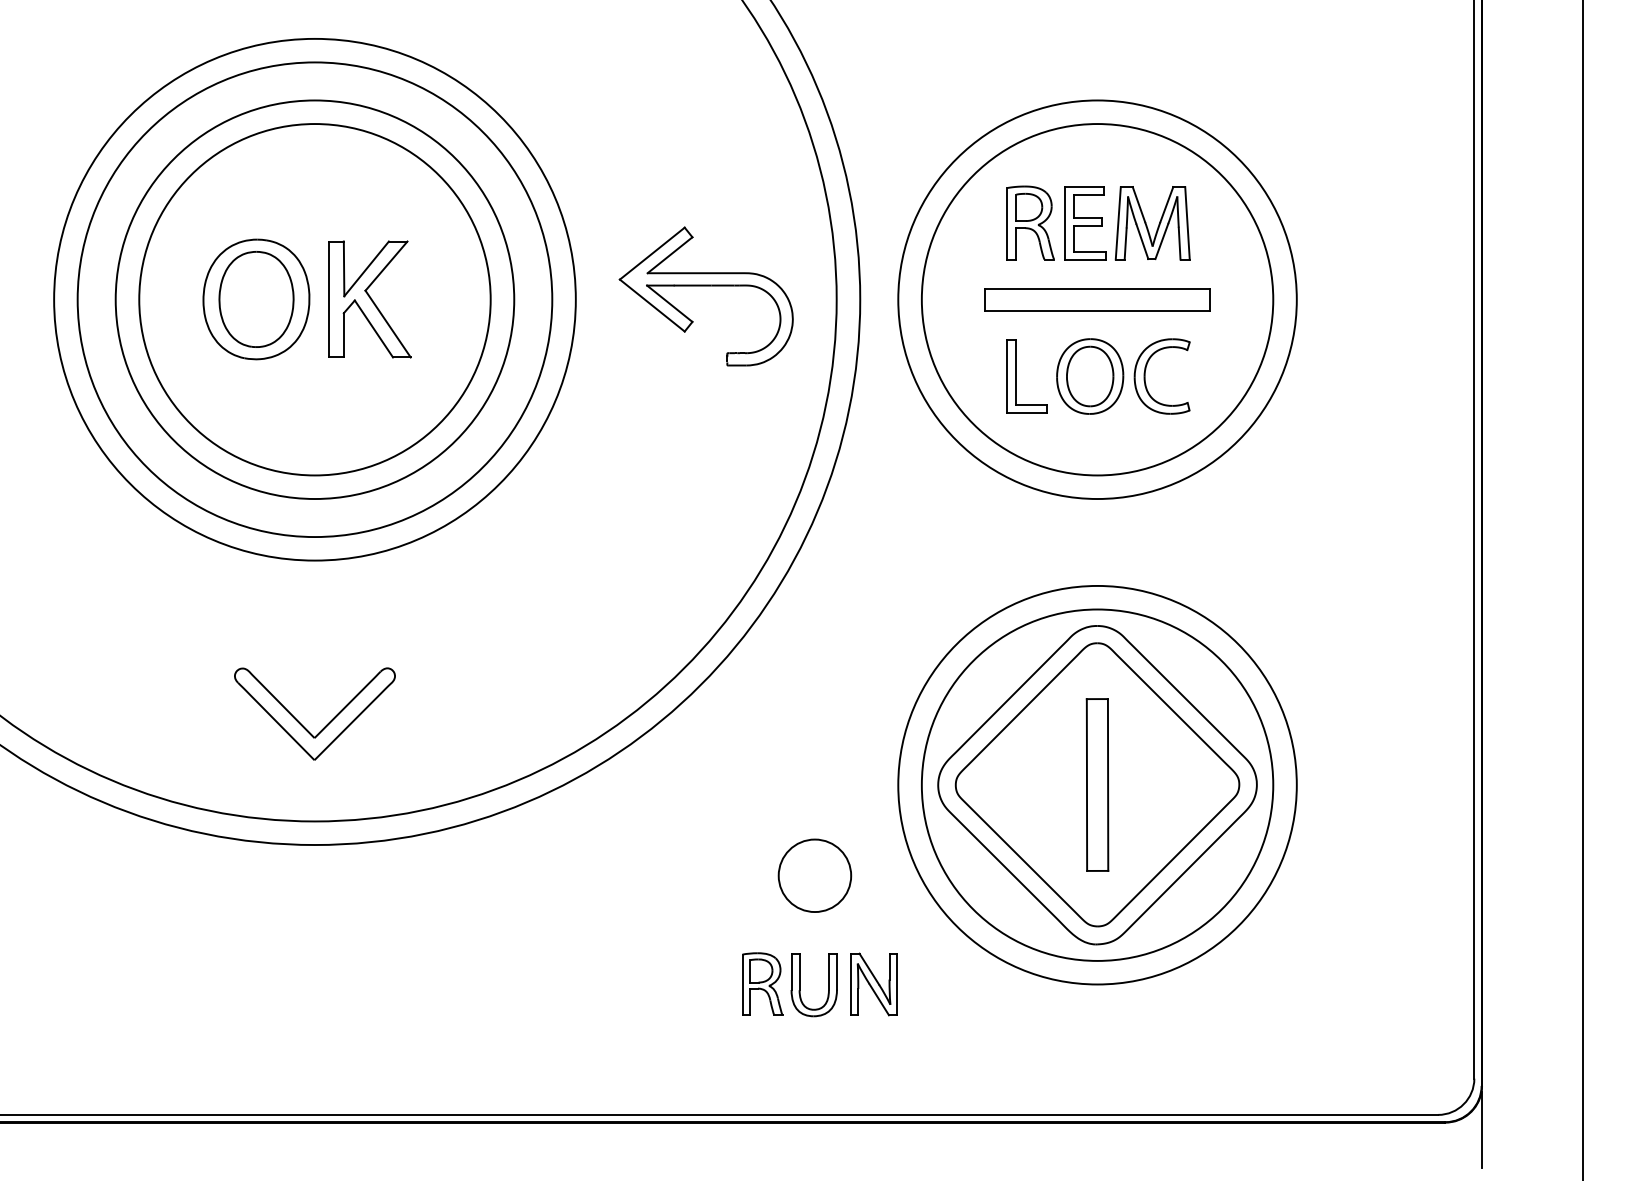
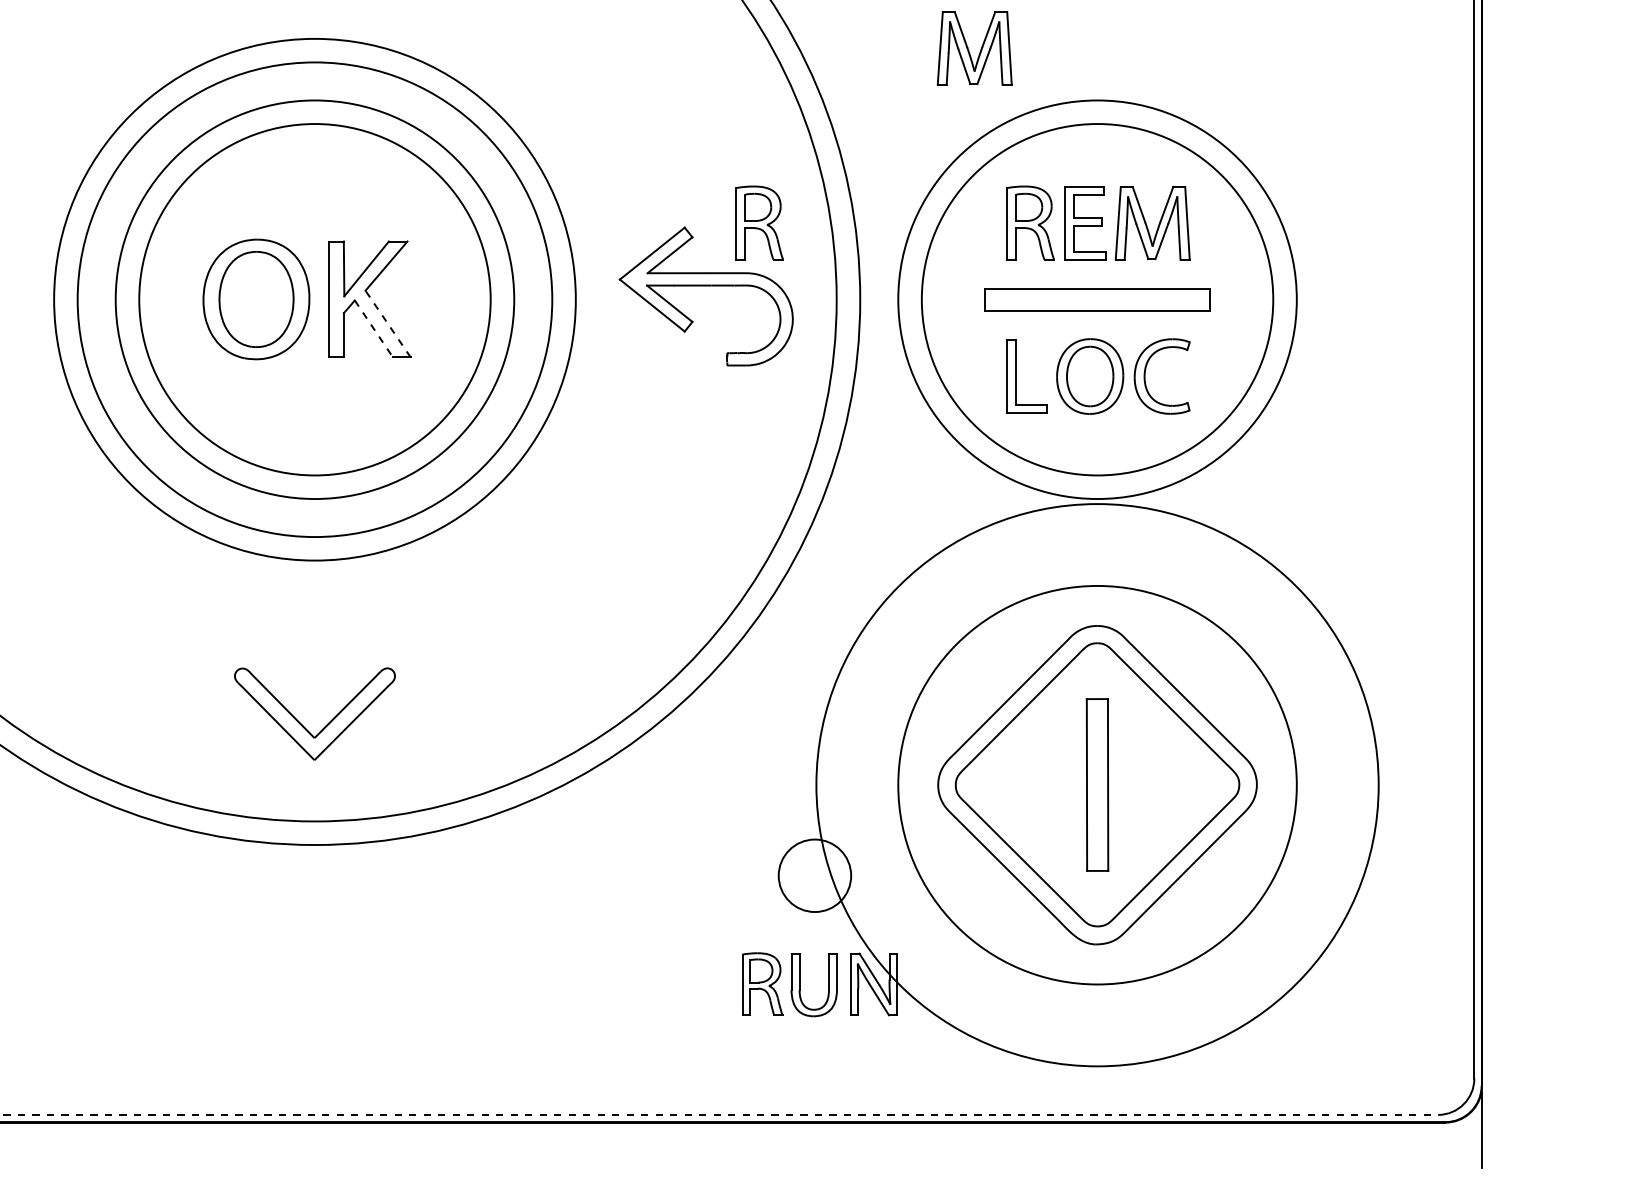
part at (974, 48): none -> present
part at (759, 222): none -> present
line at (387, 323): solid -> dashed
line at (374, 329): solid -> dashed
line at (1583, 589): present -> none
circle at (1097, 784) diameter: 351 px -> 562 px
line at (719, 1114): solid -> dashed
